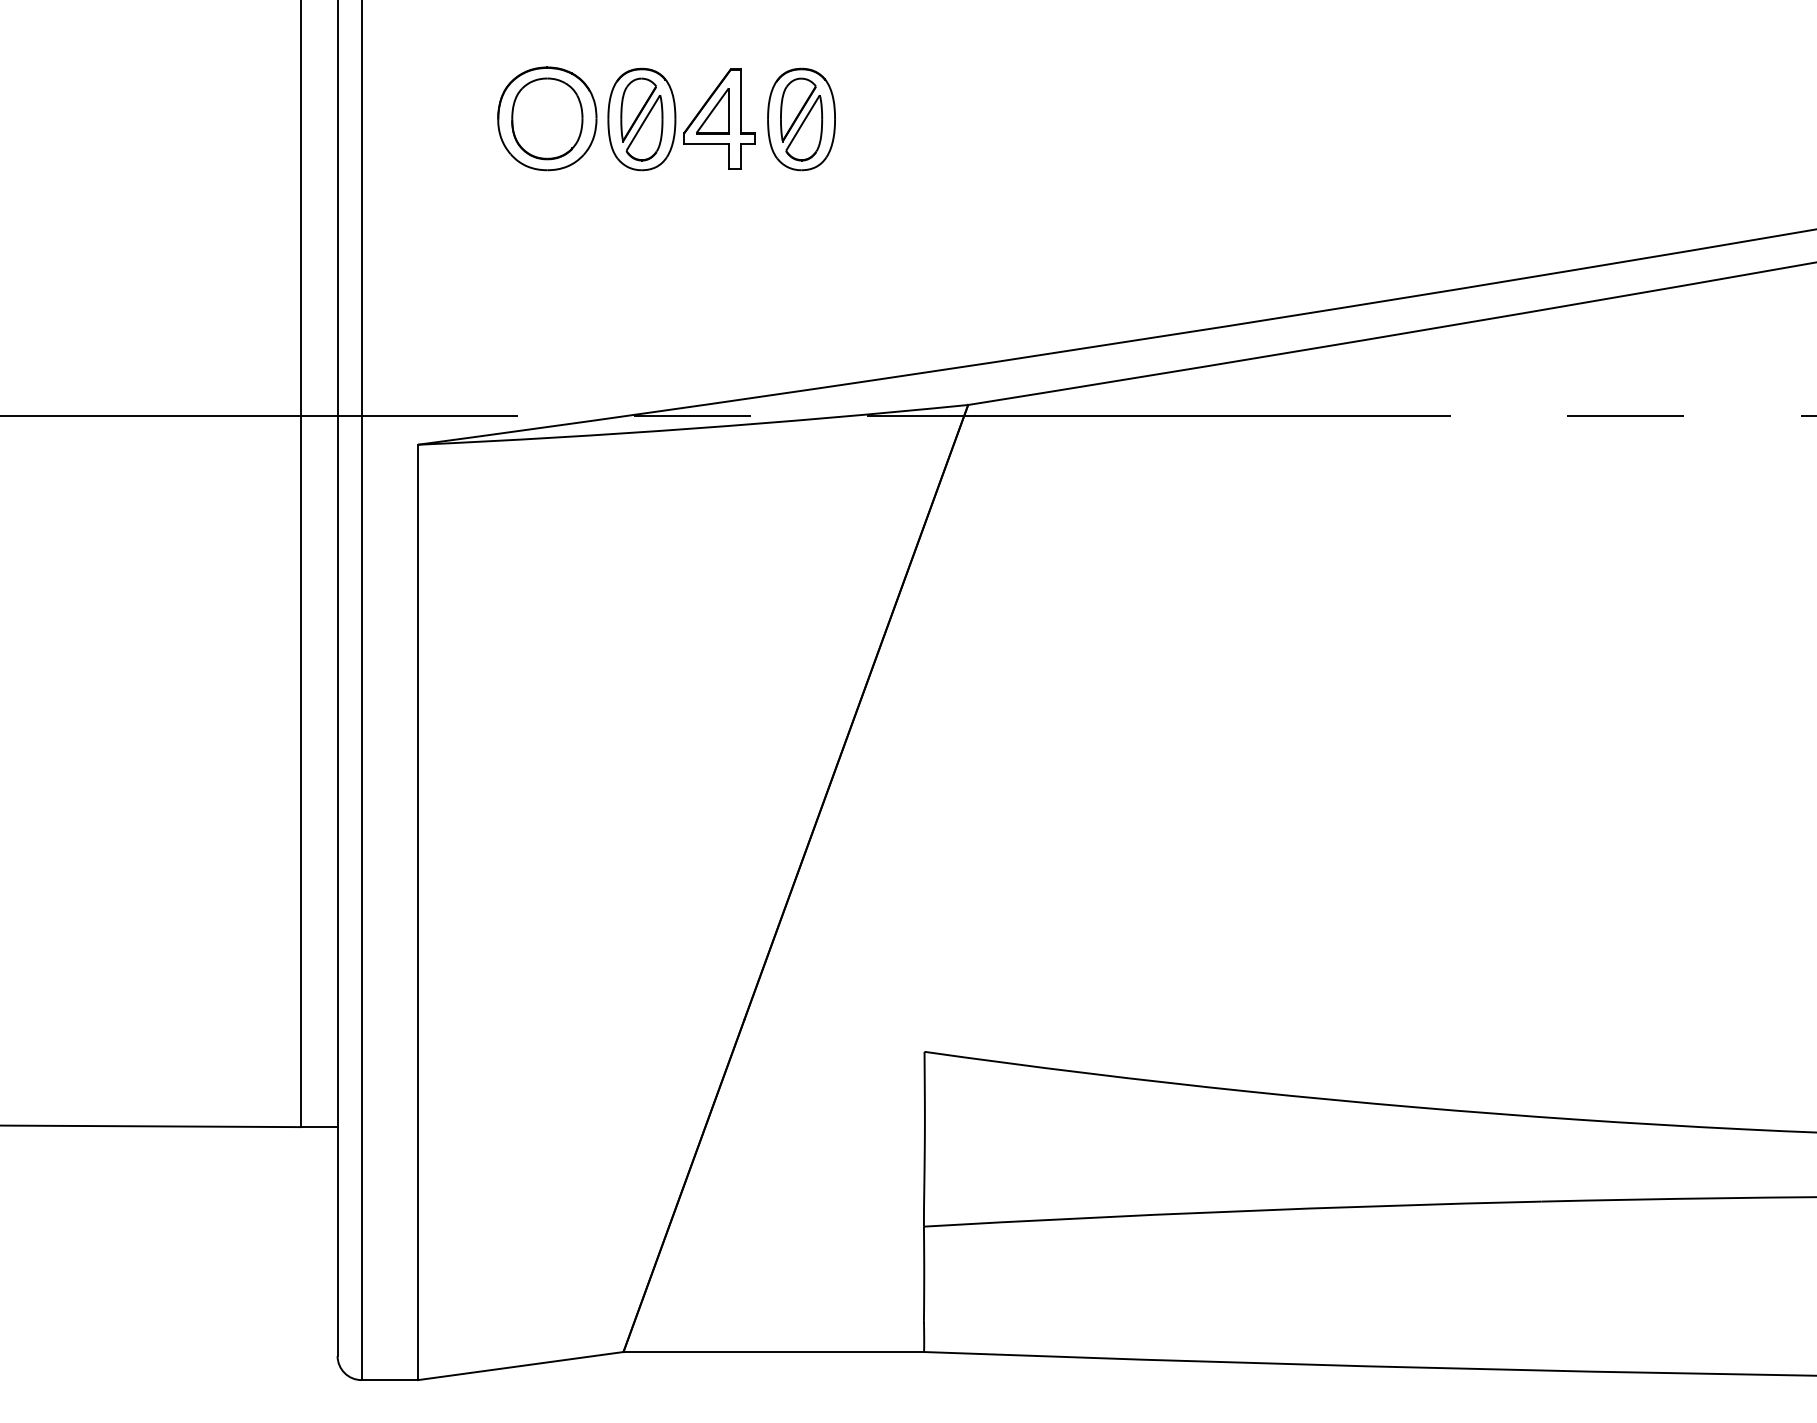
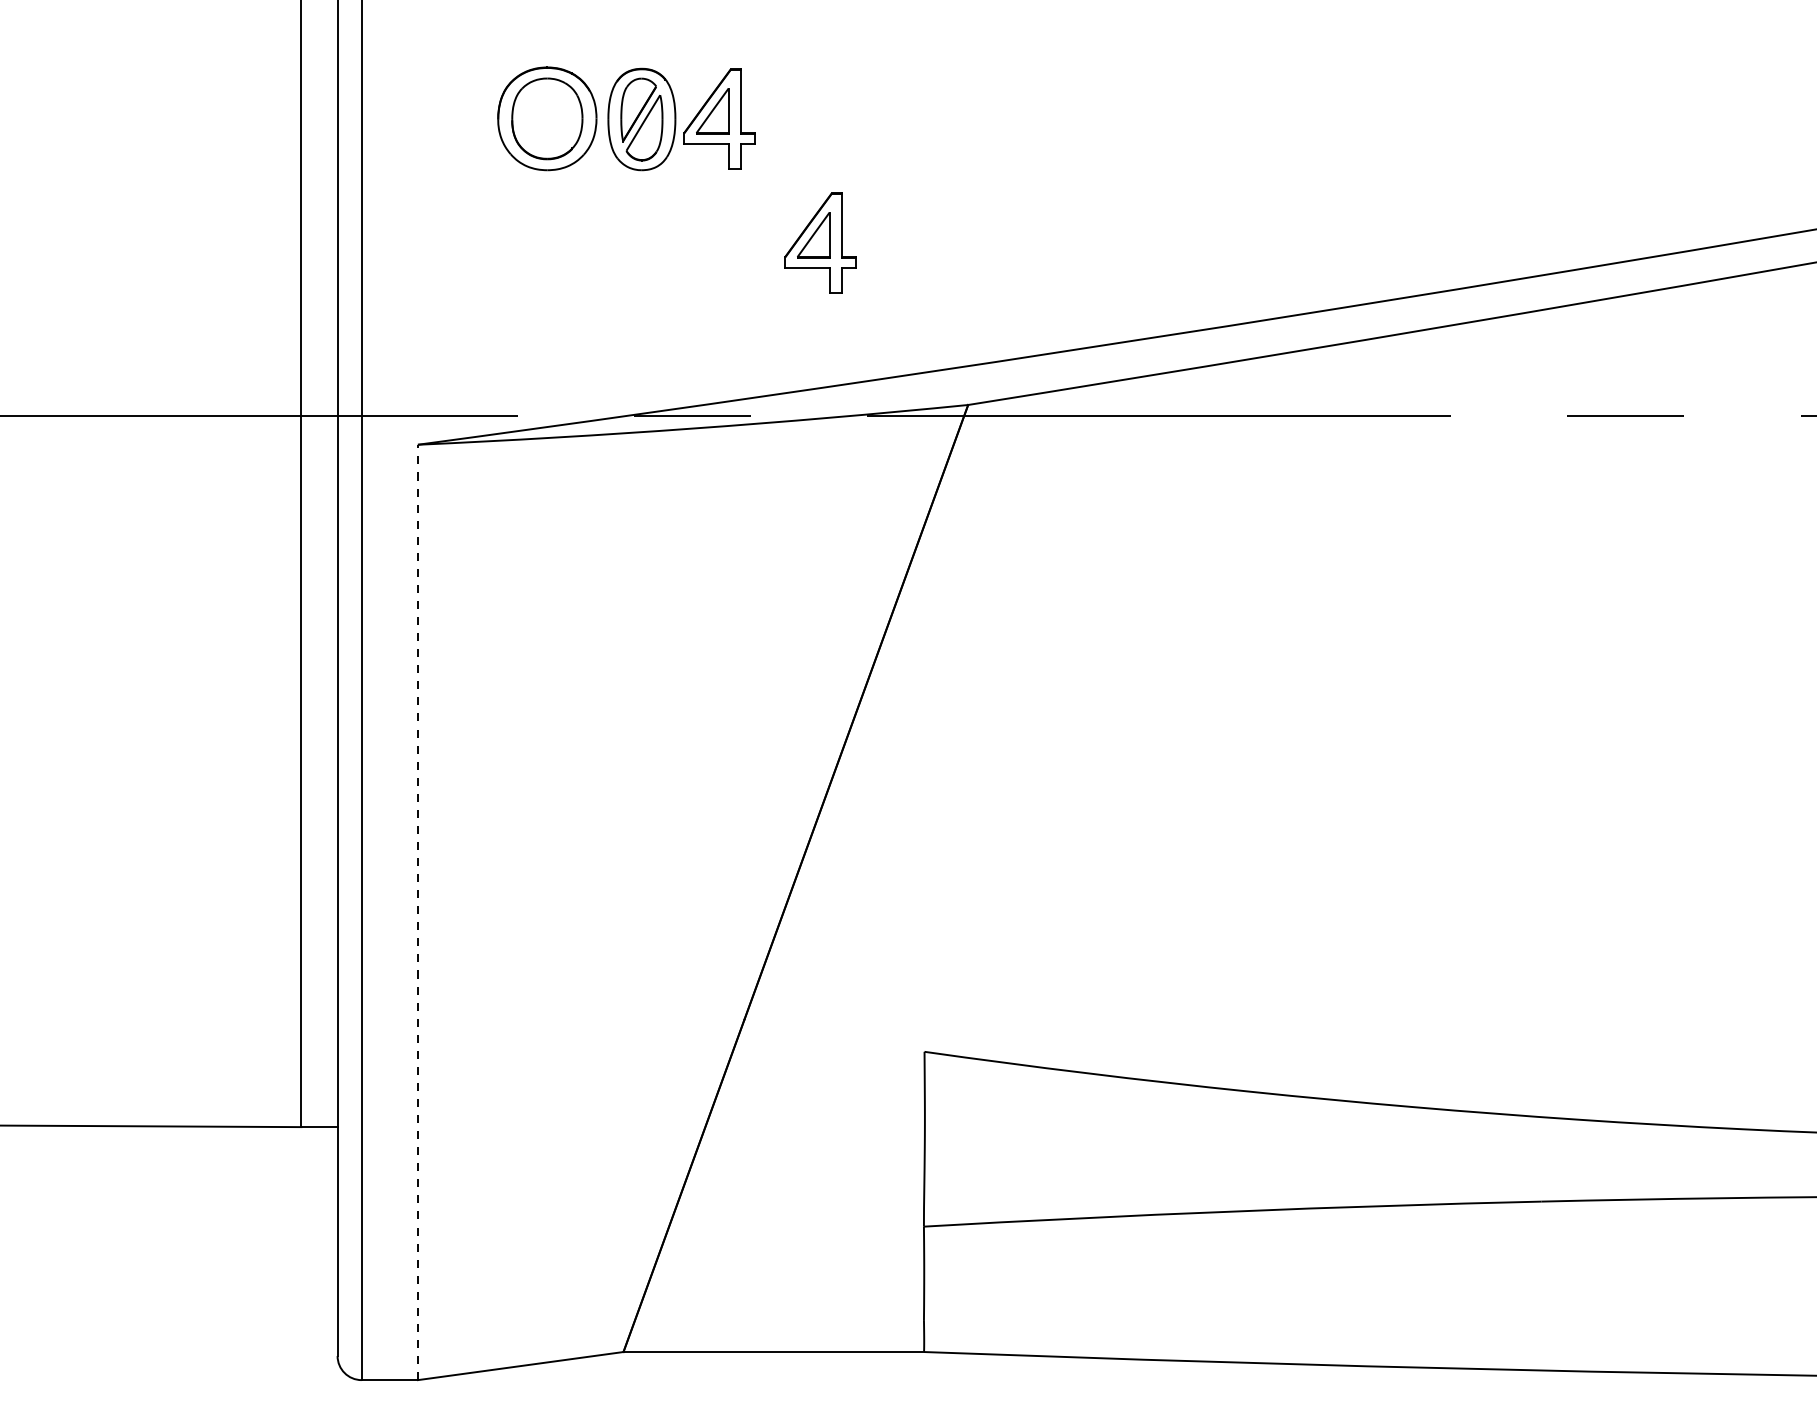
part at (801, 119): present -> none
part at (820, 242): none -> present
line at (417, 912): solid -> dashed
